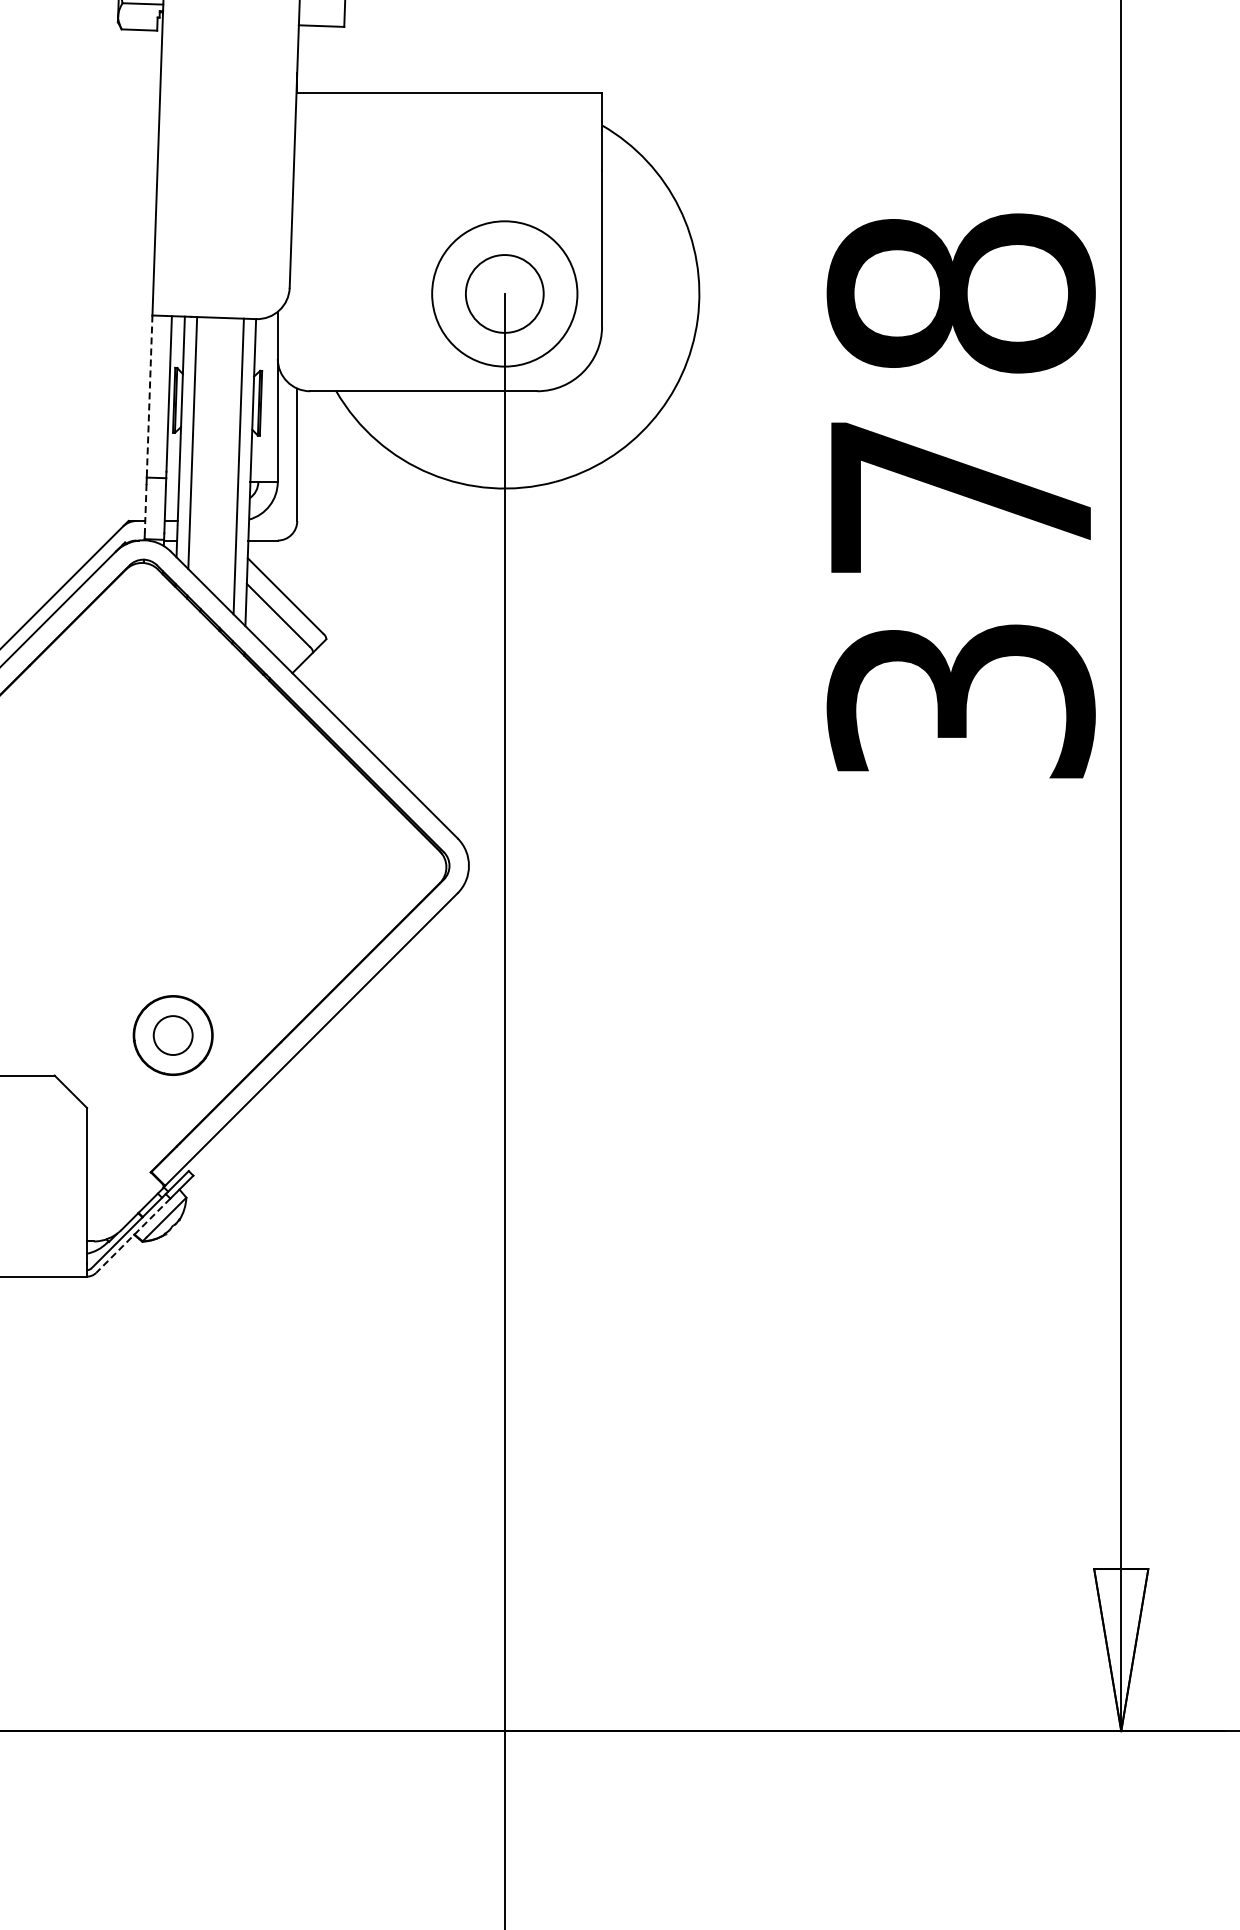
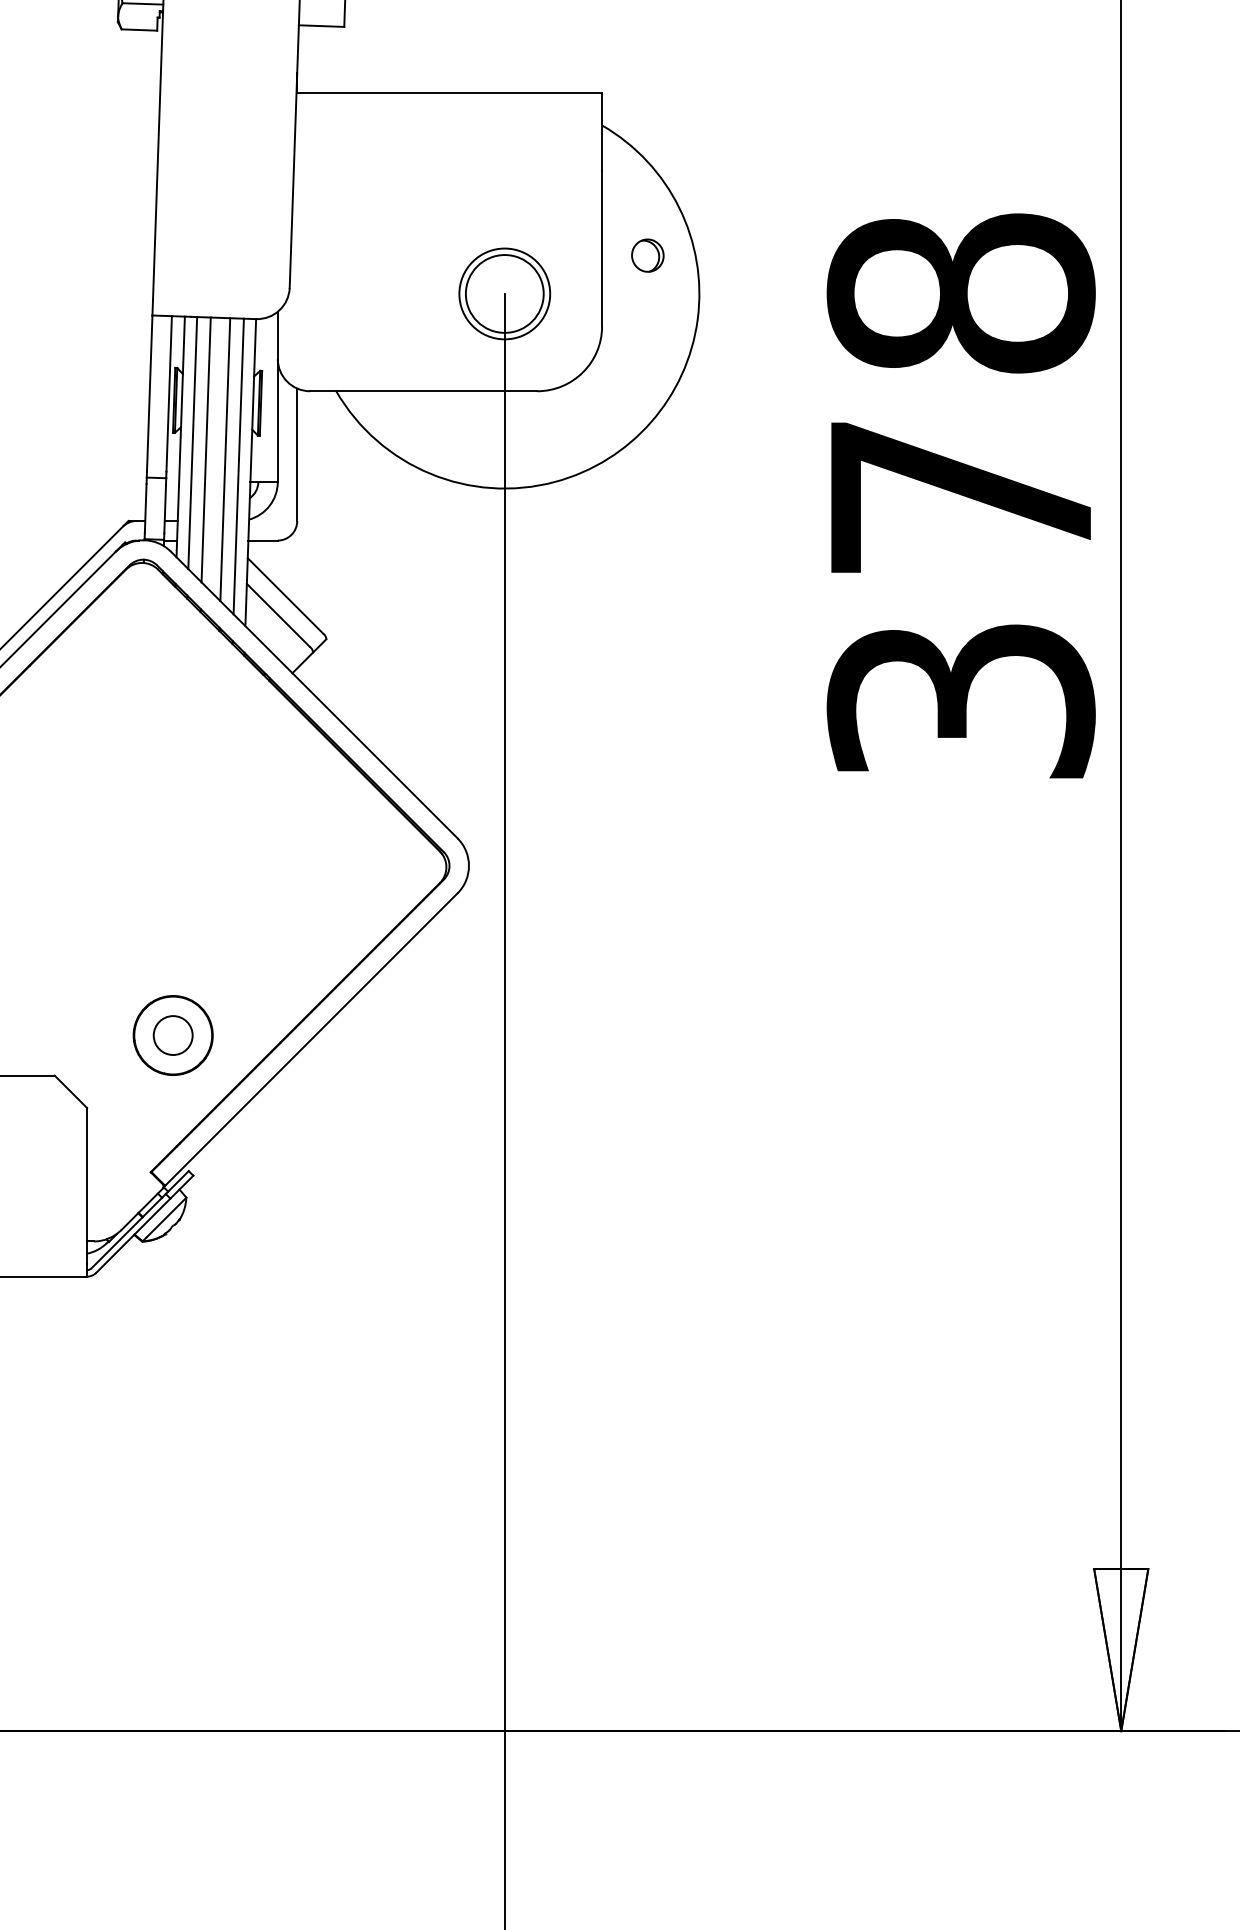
part at (647, 255): none -> present
circle at (504, 293) diameter: 145 px -> 91 px
line at (149, 393): dashed -> solid
line at (205, 449): none -> present
line at (225, 459): none -> present
line at (145, 508): dashed -> solid
line at (133, 1236): dashed -> solid
